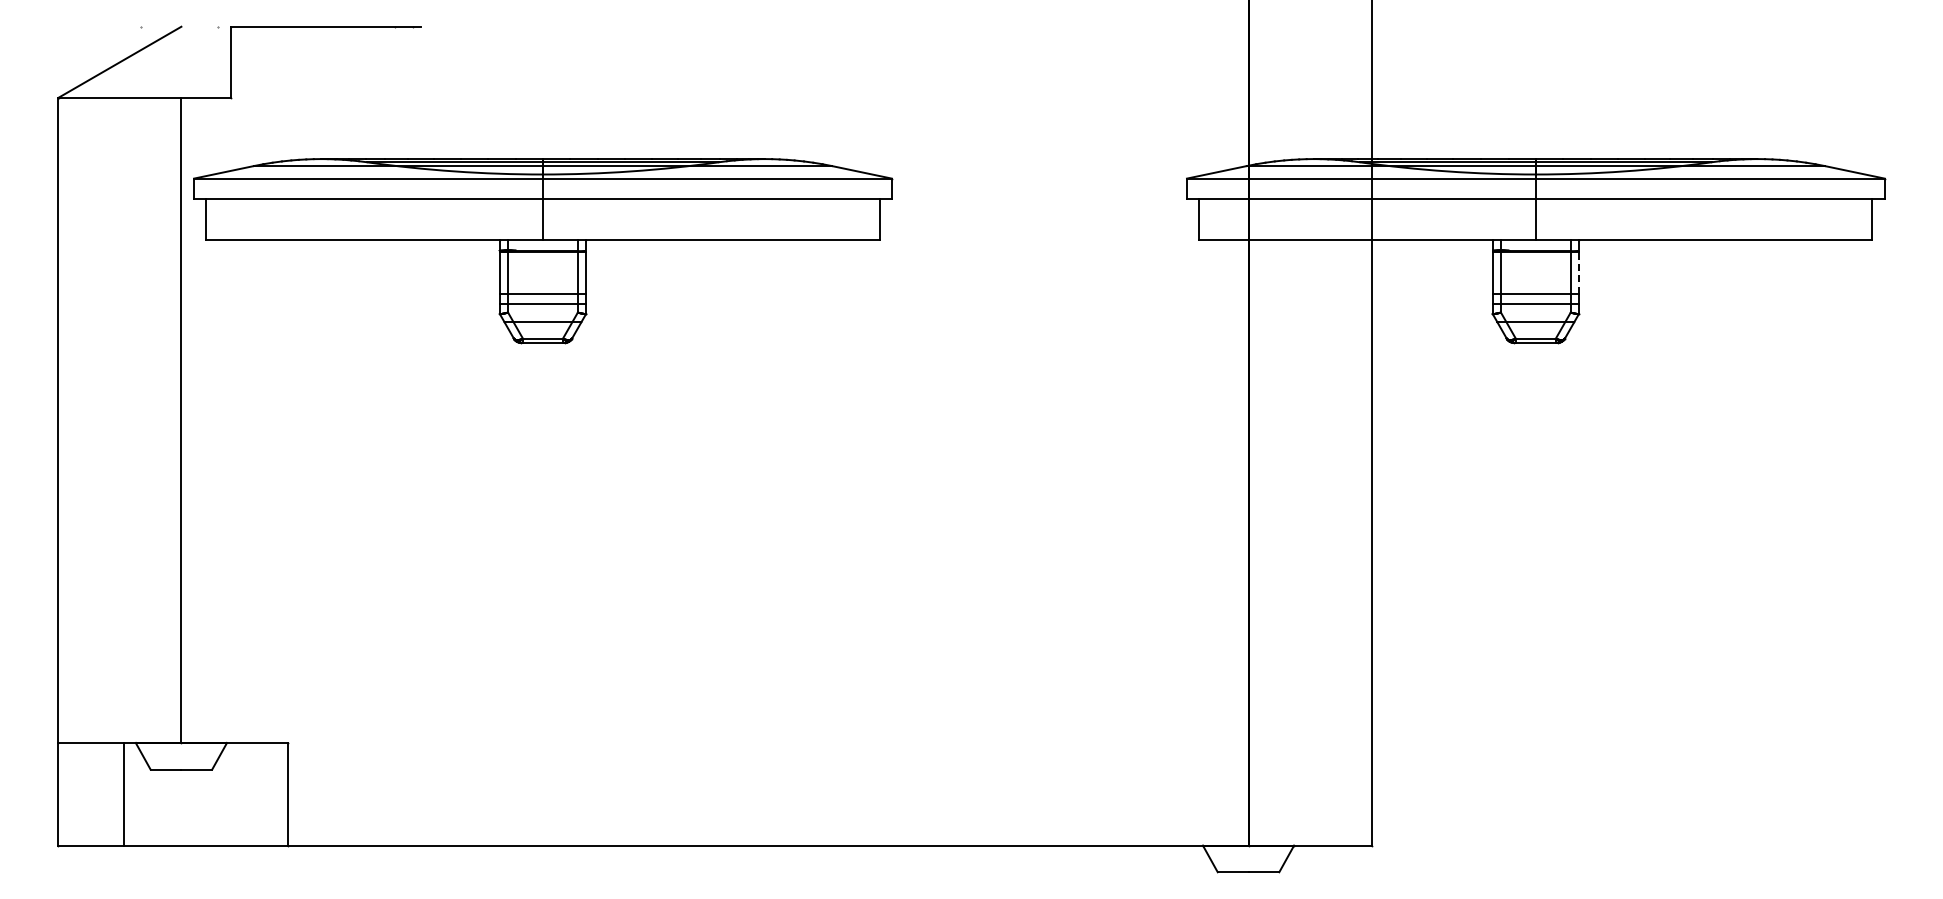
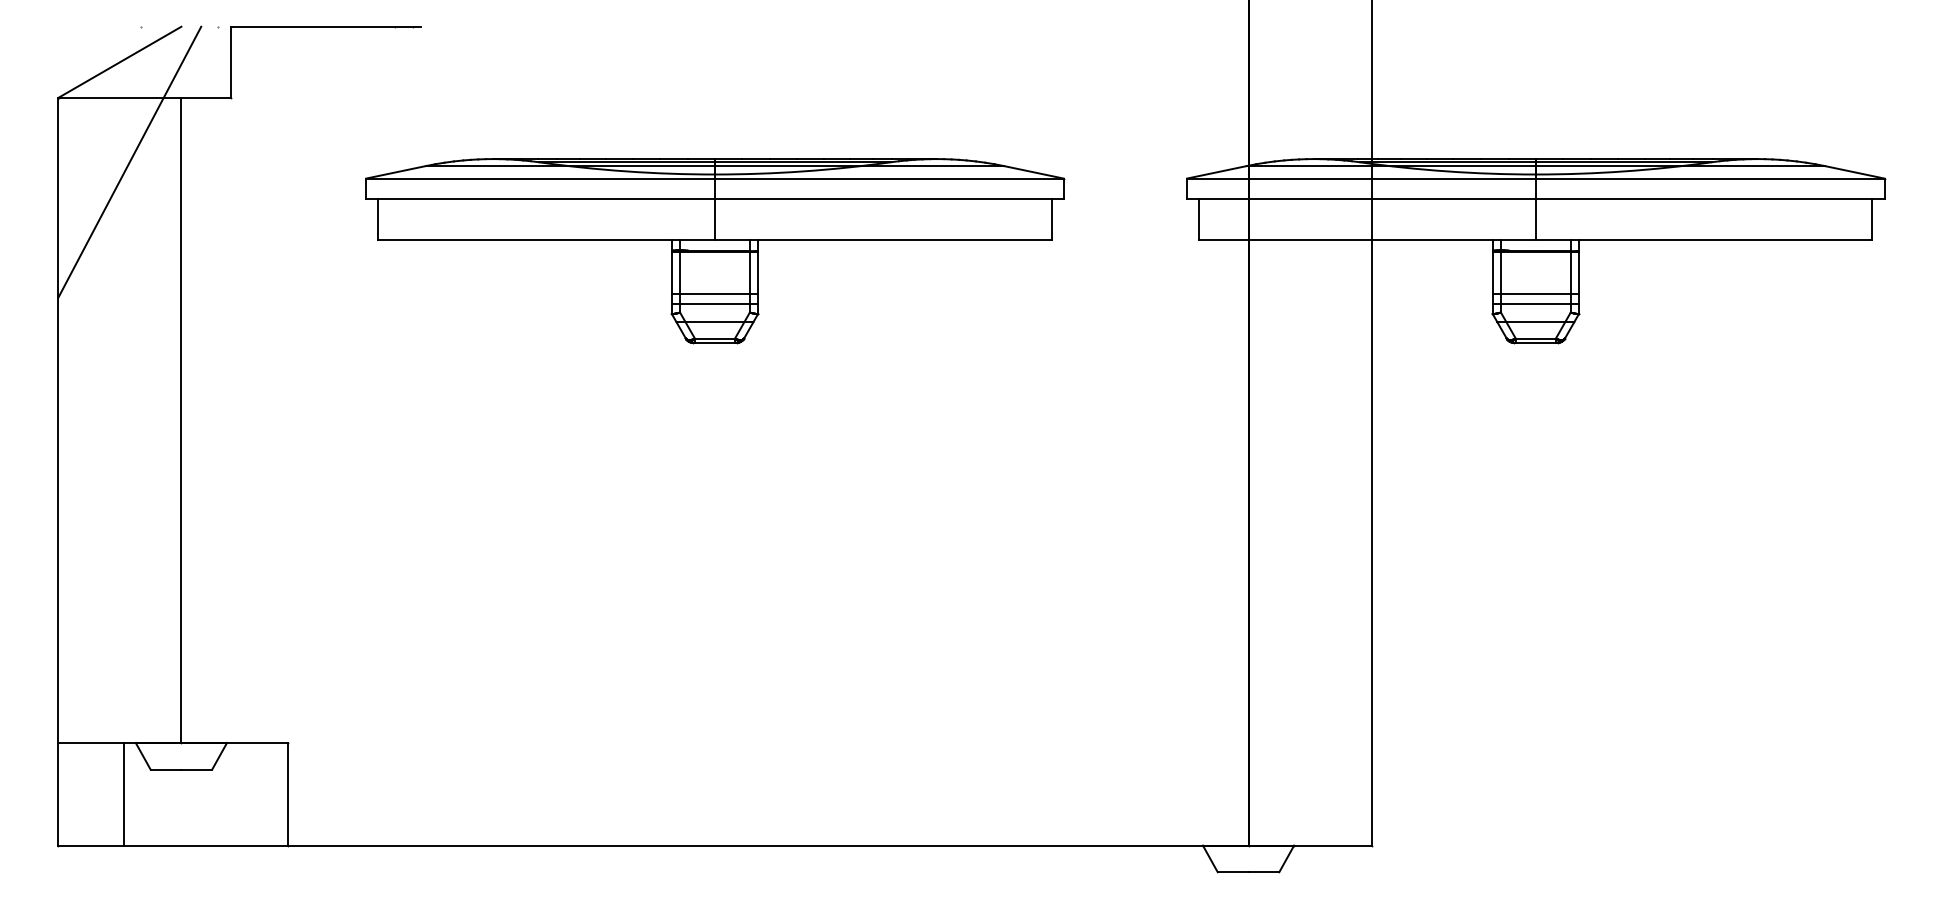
line at (129, 161): none -> present
part at (543, 251) position: (543, 251) -> (715, 251)
line at (1578, 273): dashed -> solid
